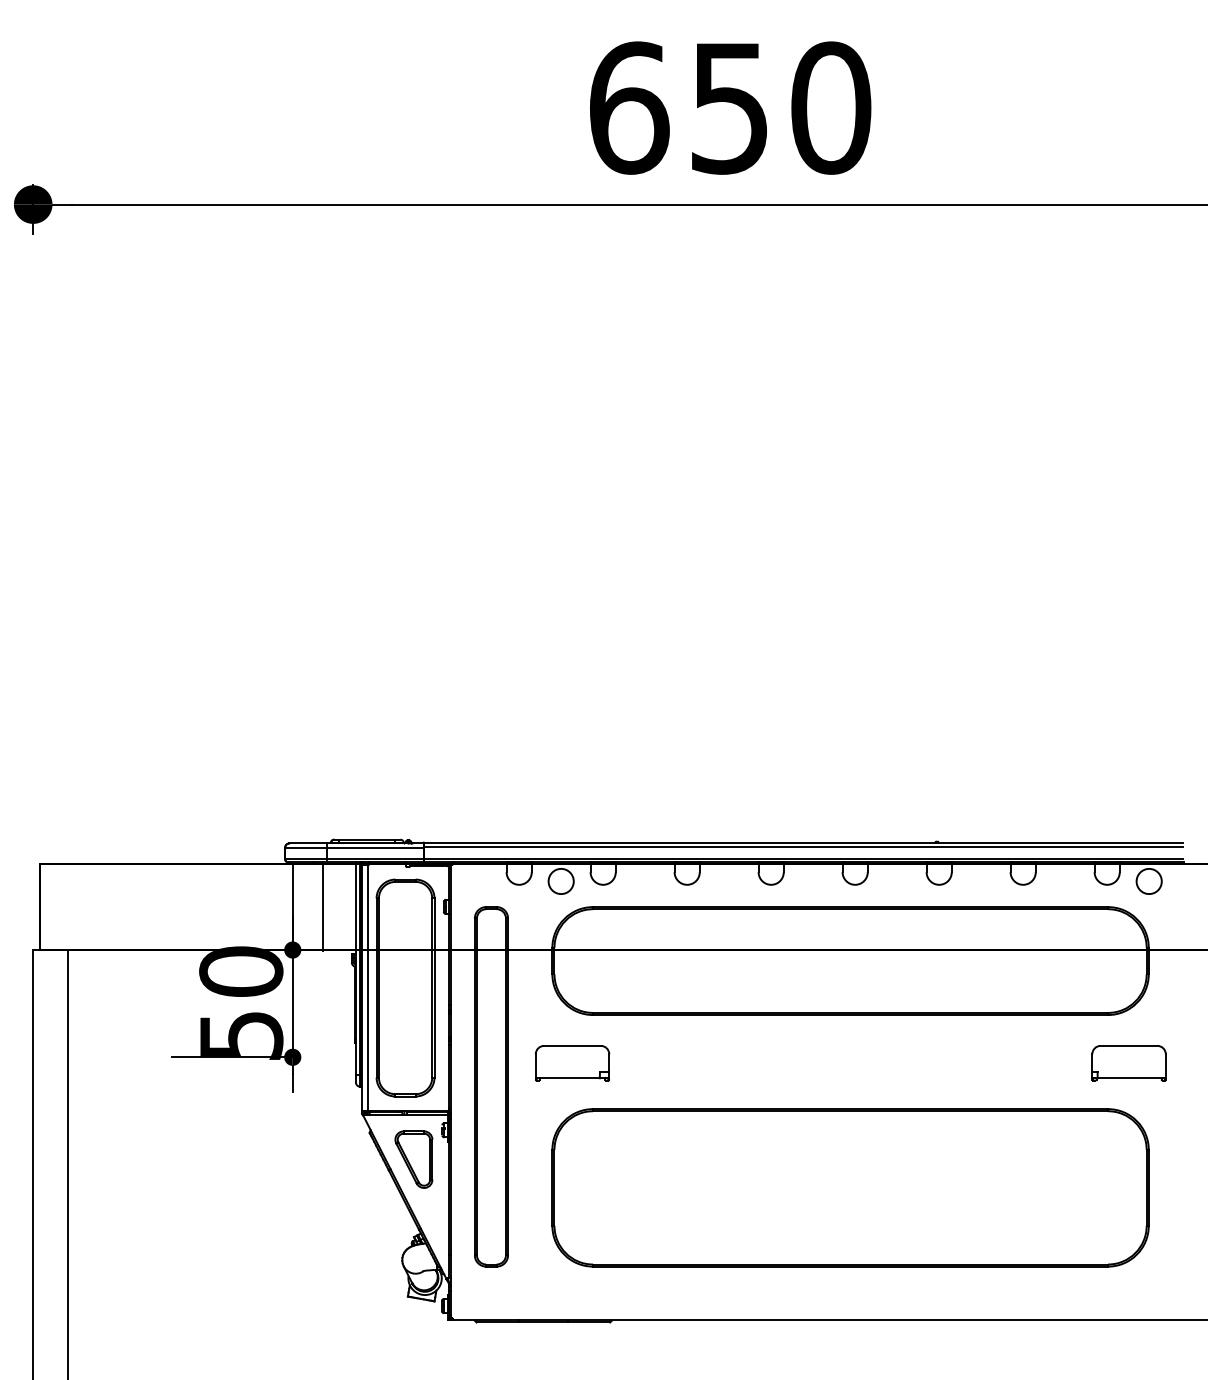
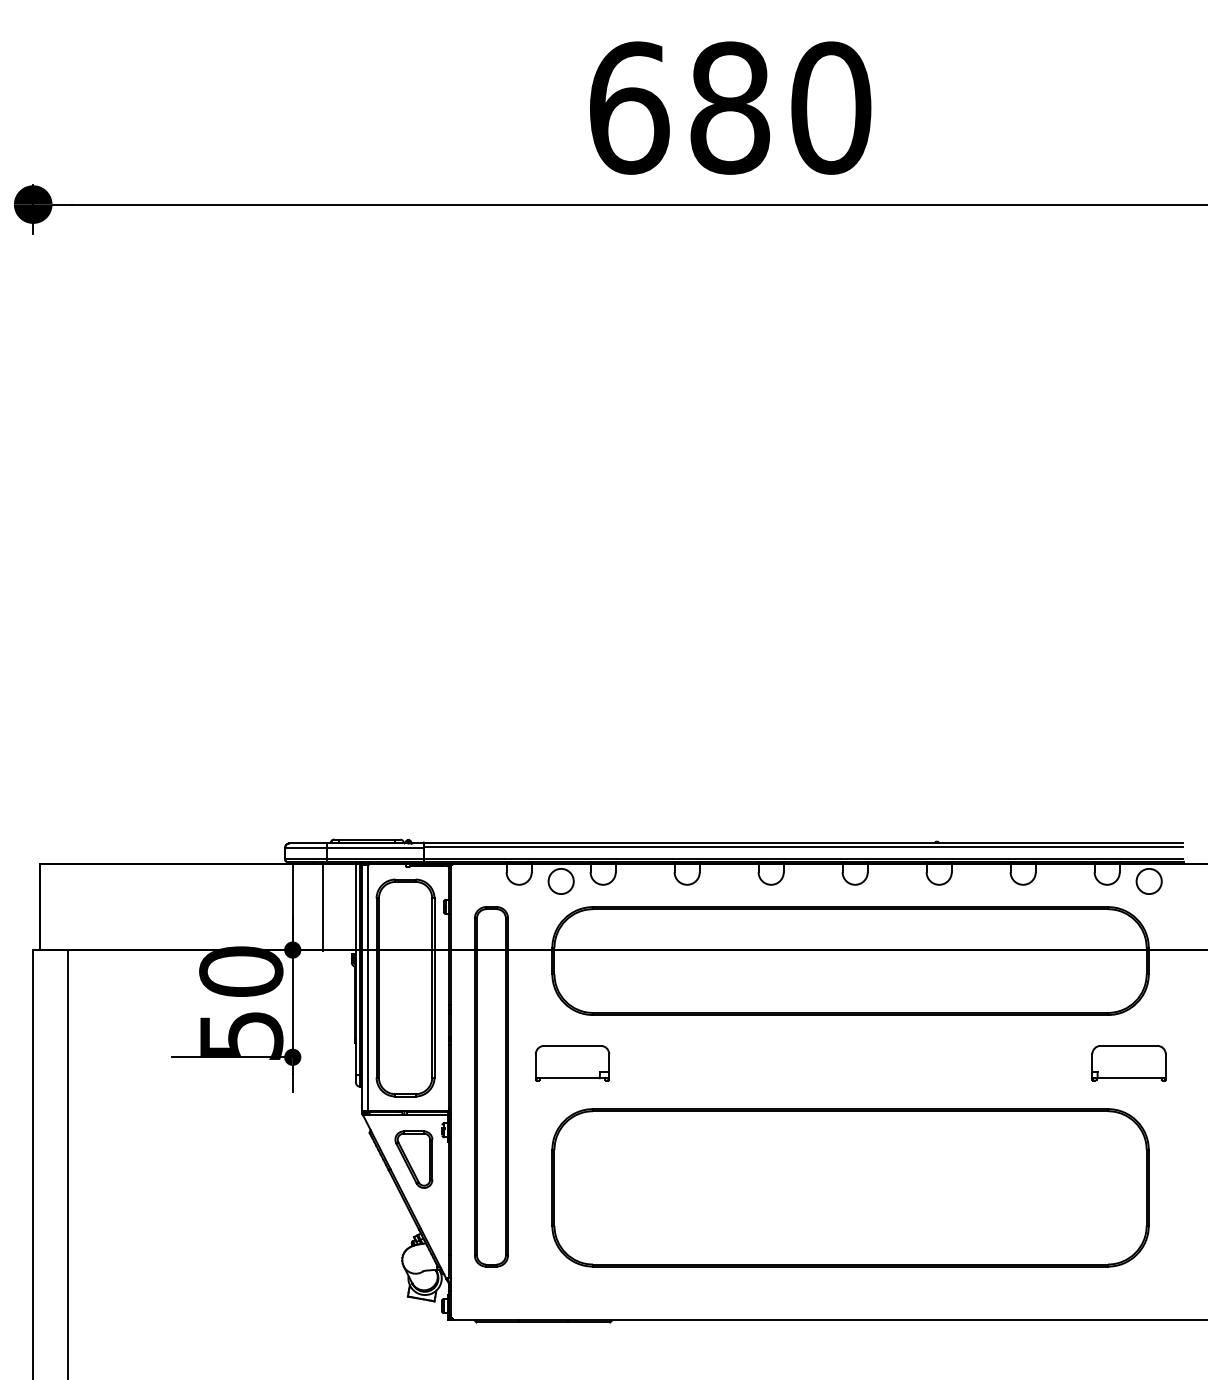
text at (729, 107): 650 -> 680
